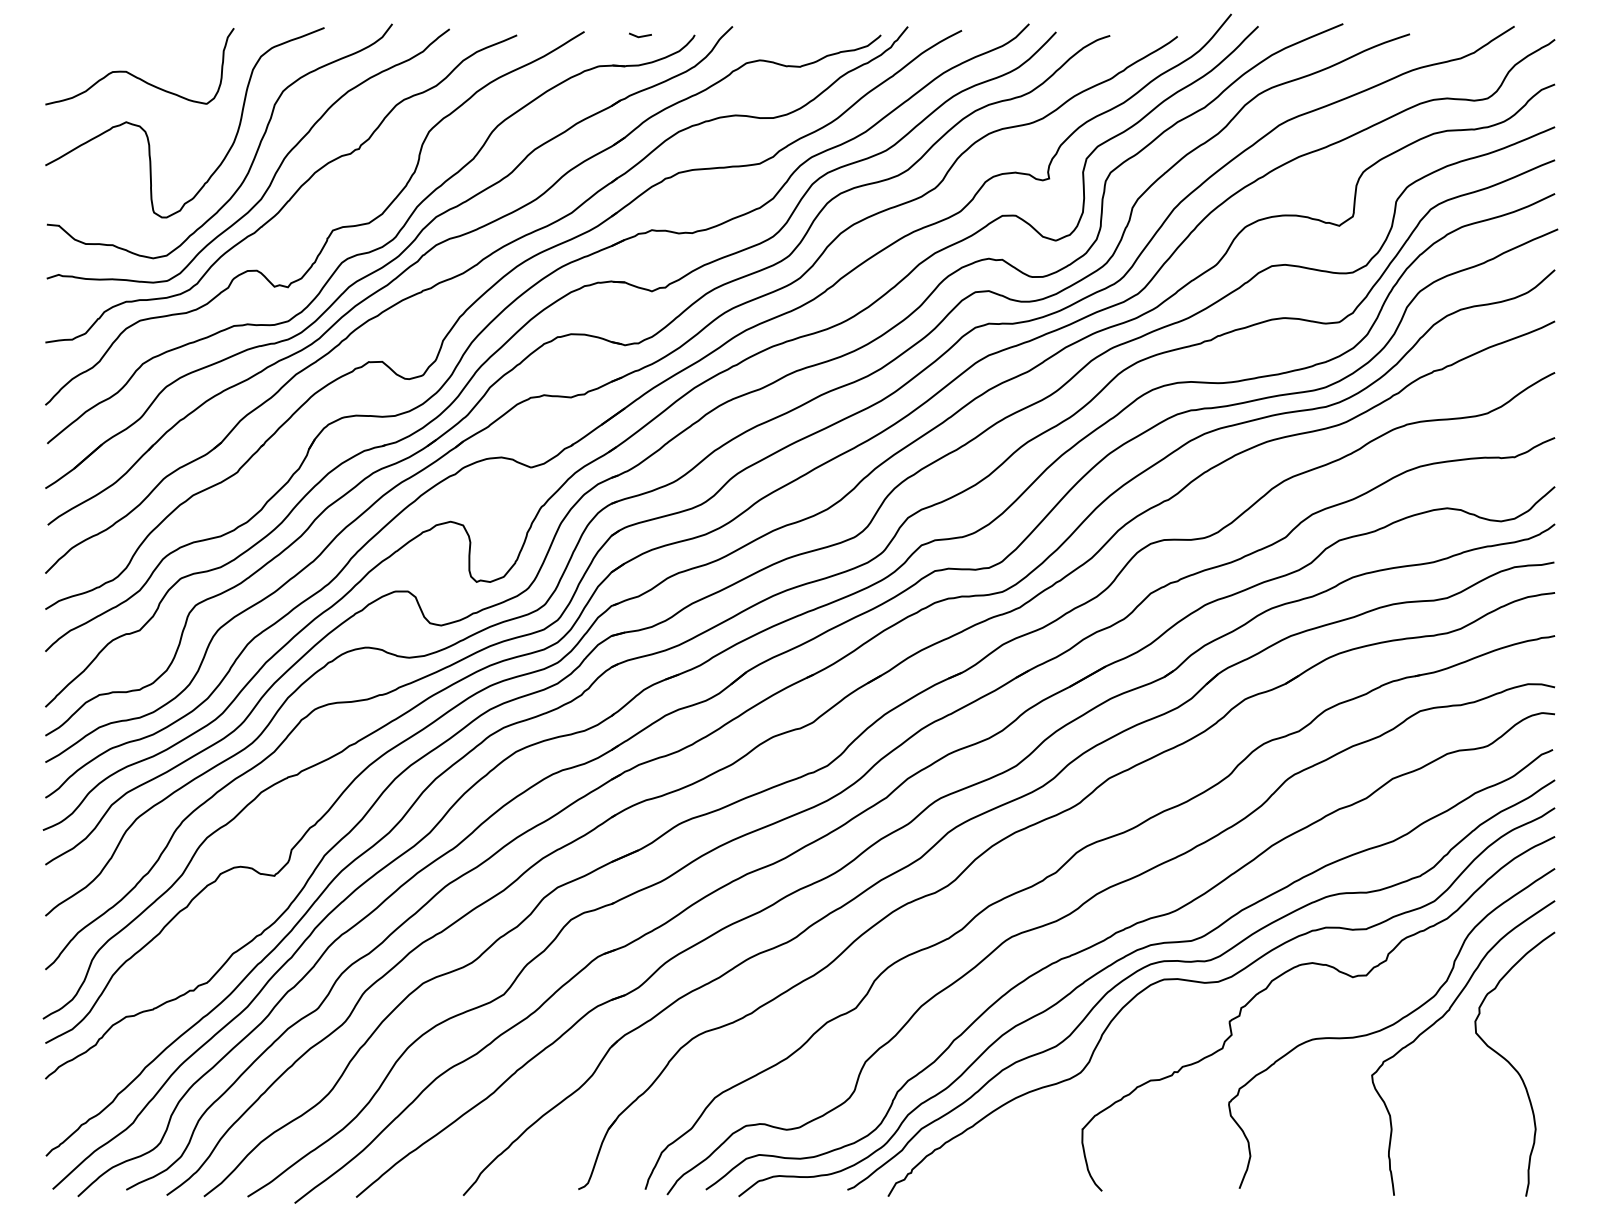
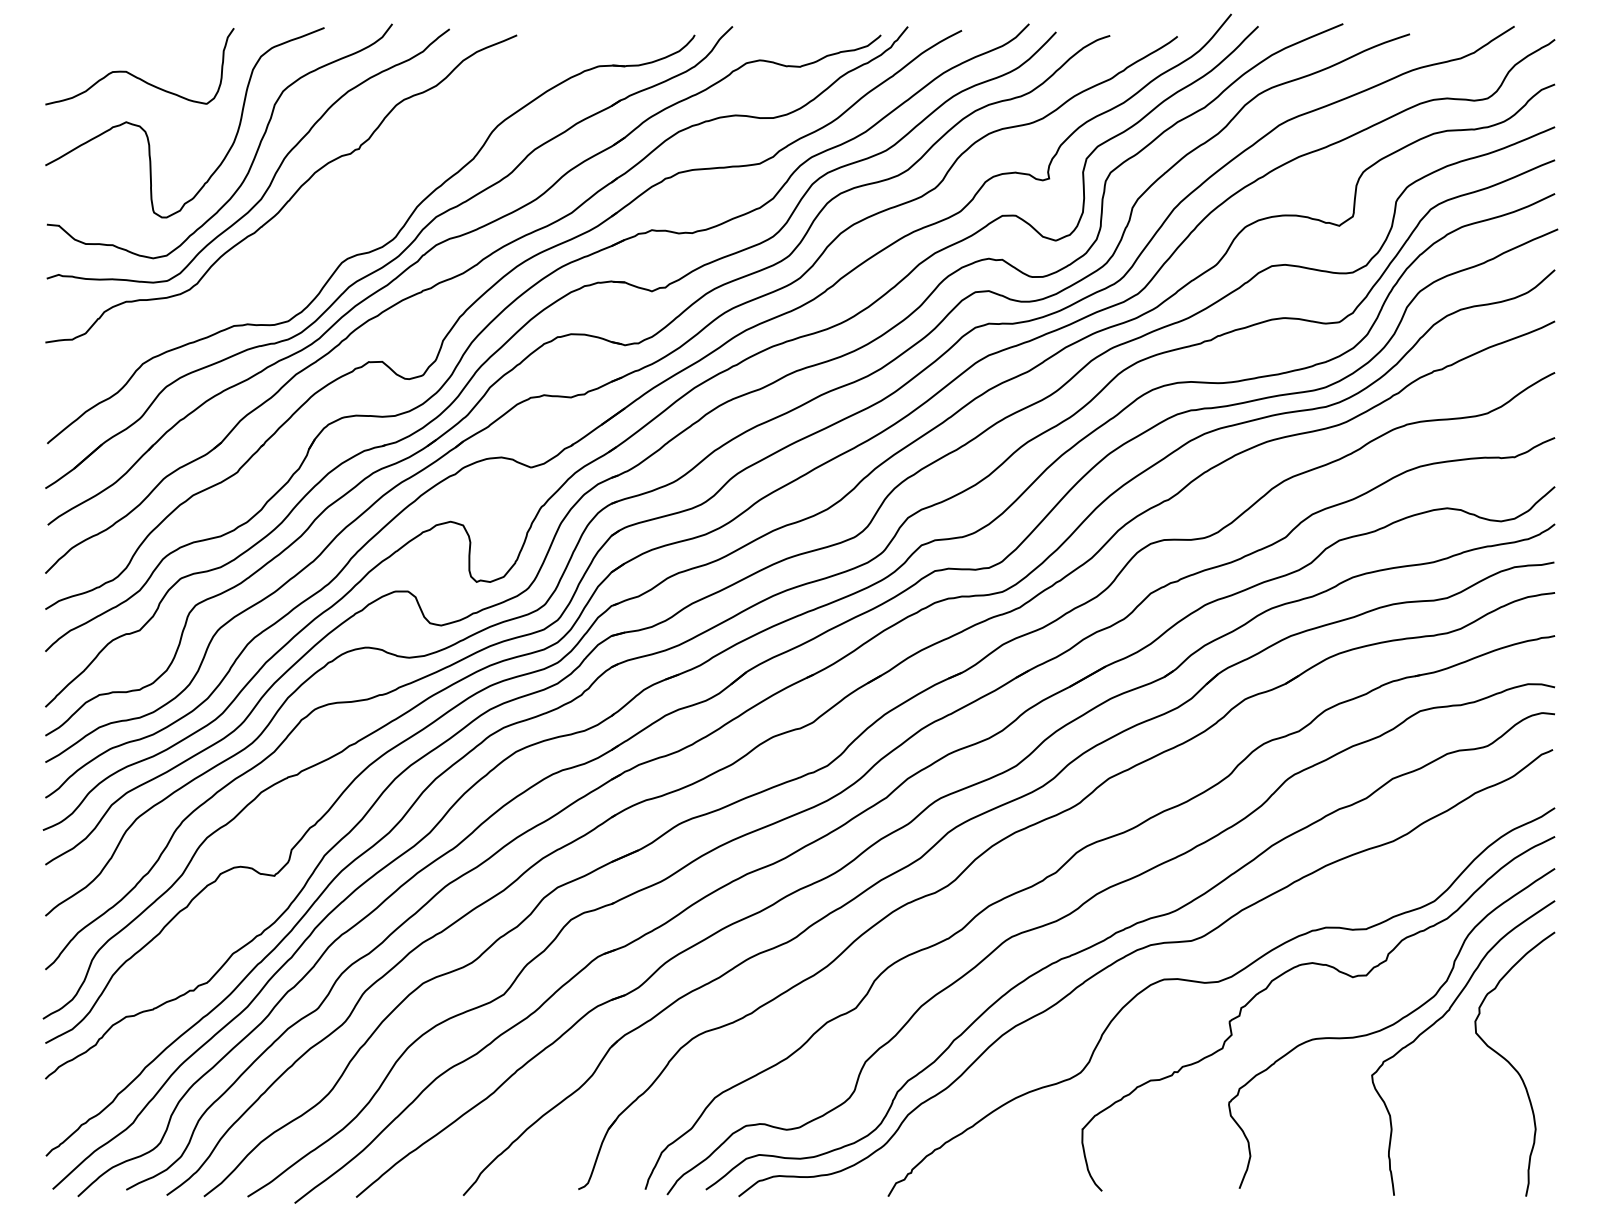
line at (641, 35): present -> none
curve at (331, 230): present -> none
curve at (1201, 962): present -> none
